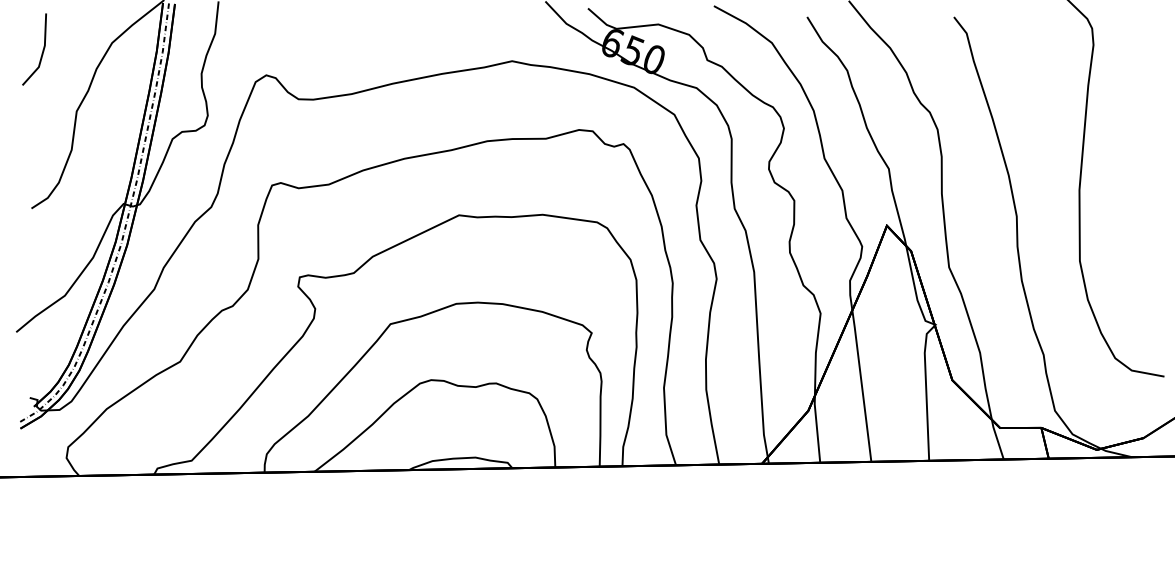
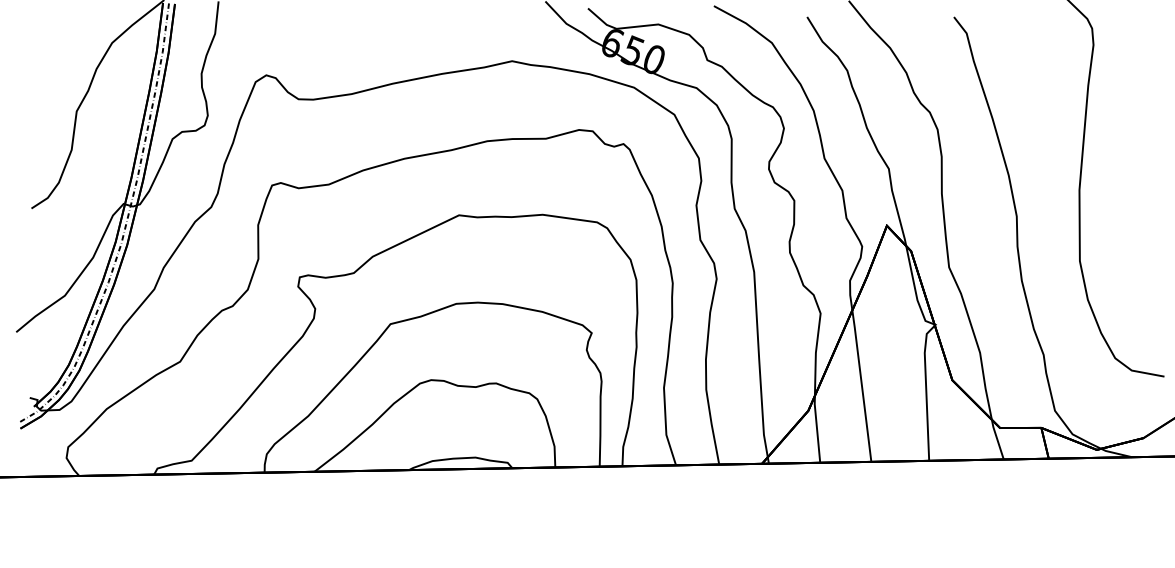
line at (42, 49): present -> none
